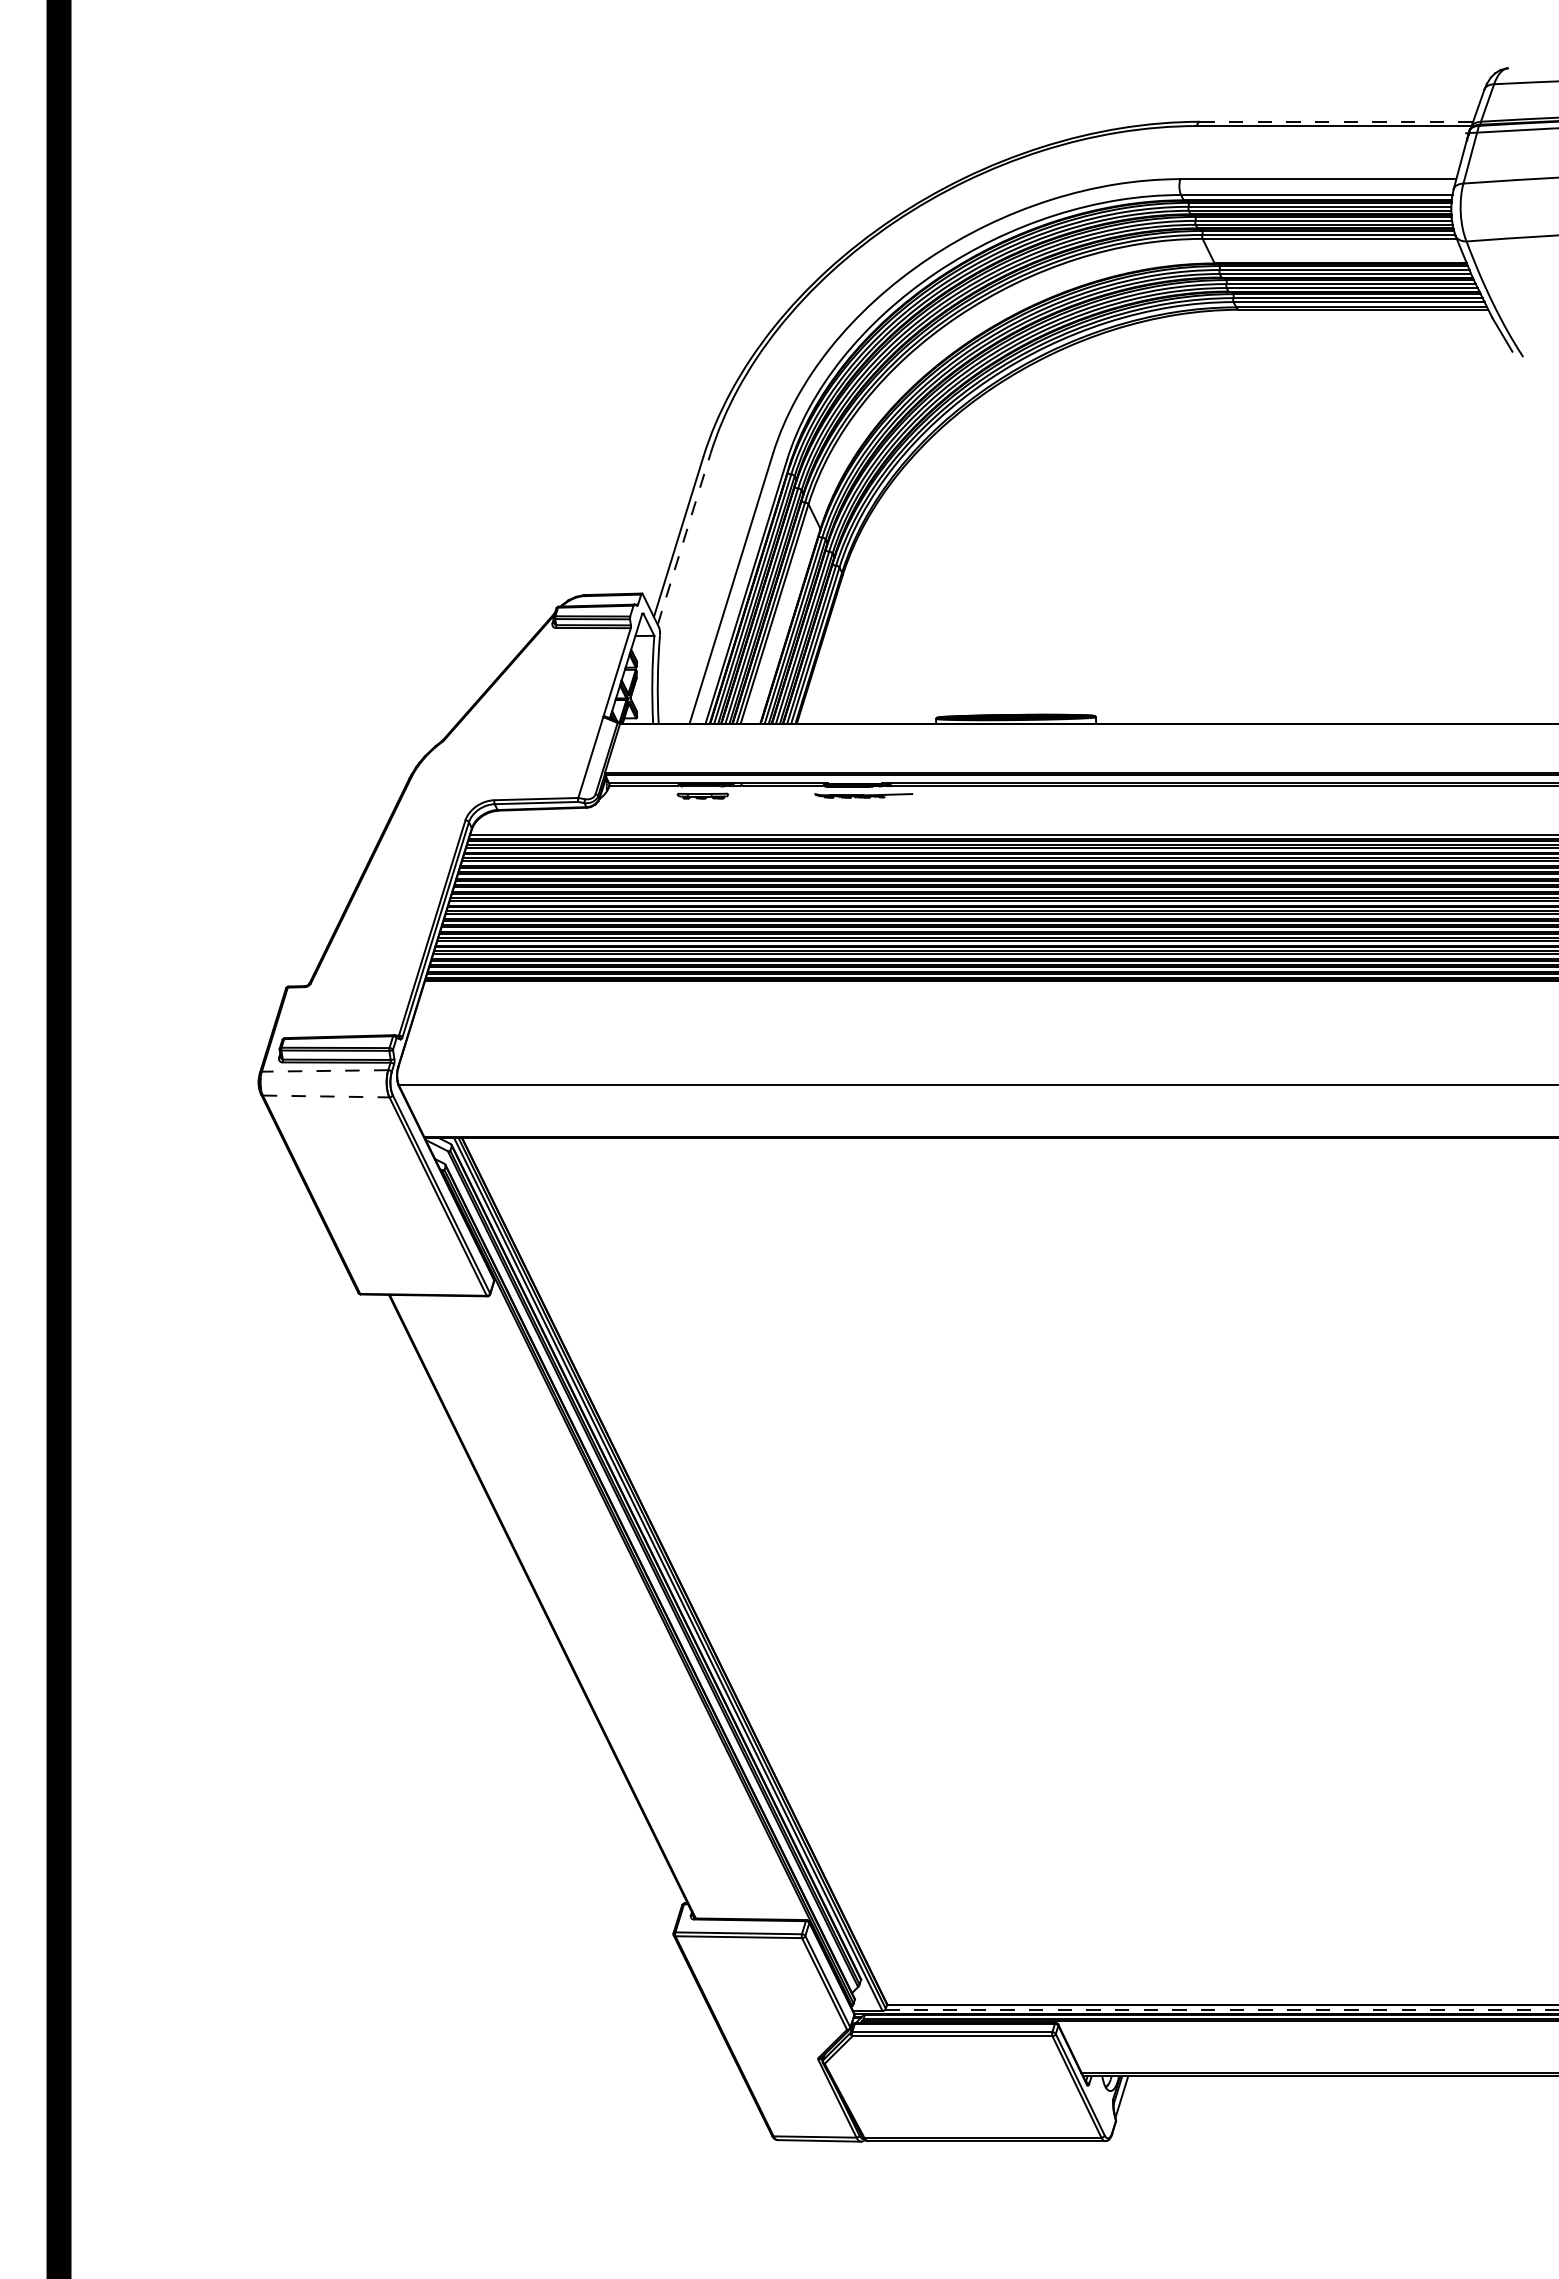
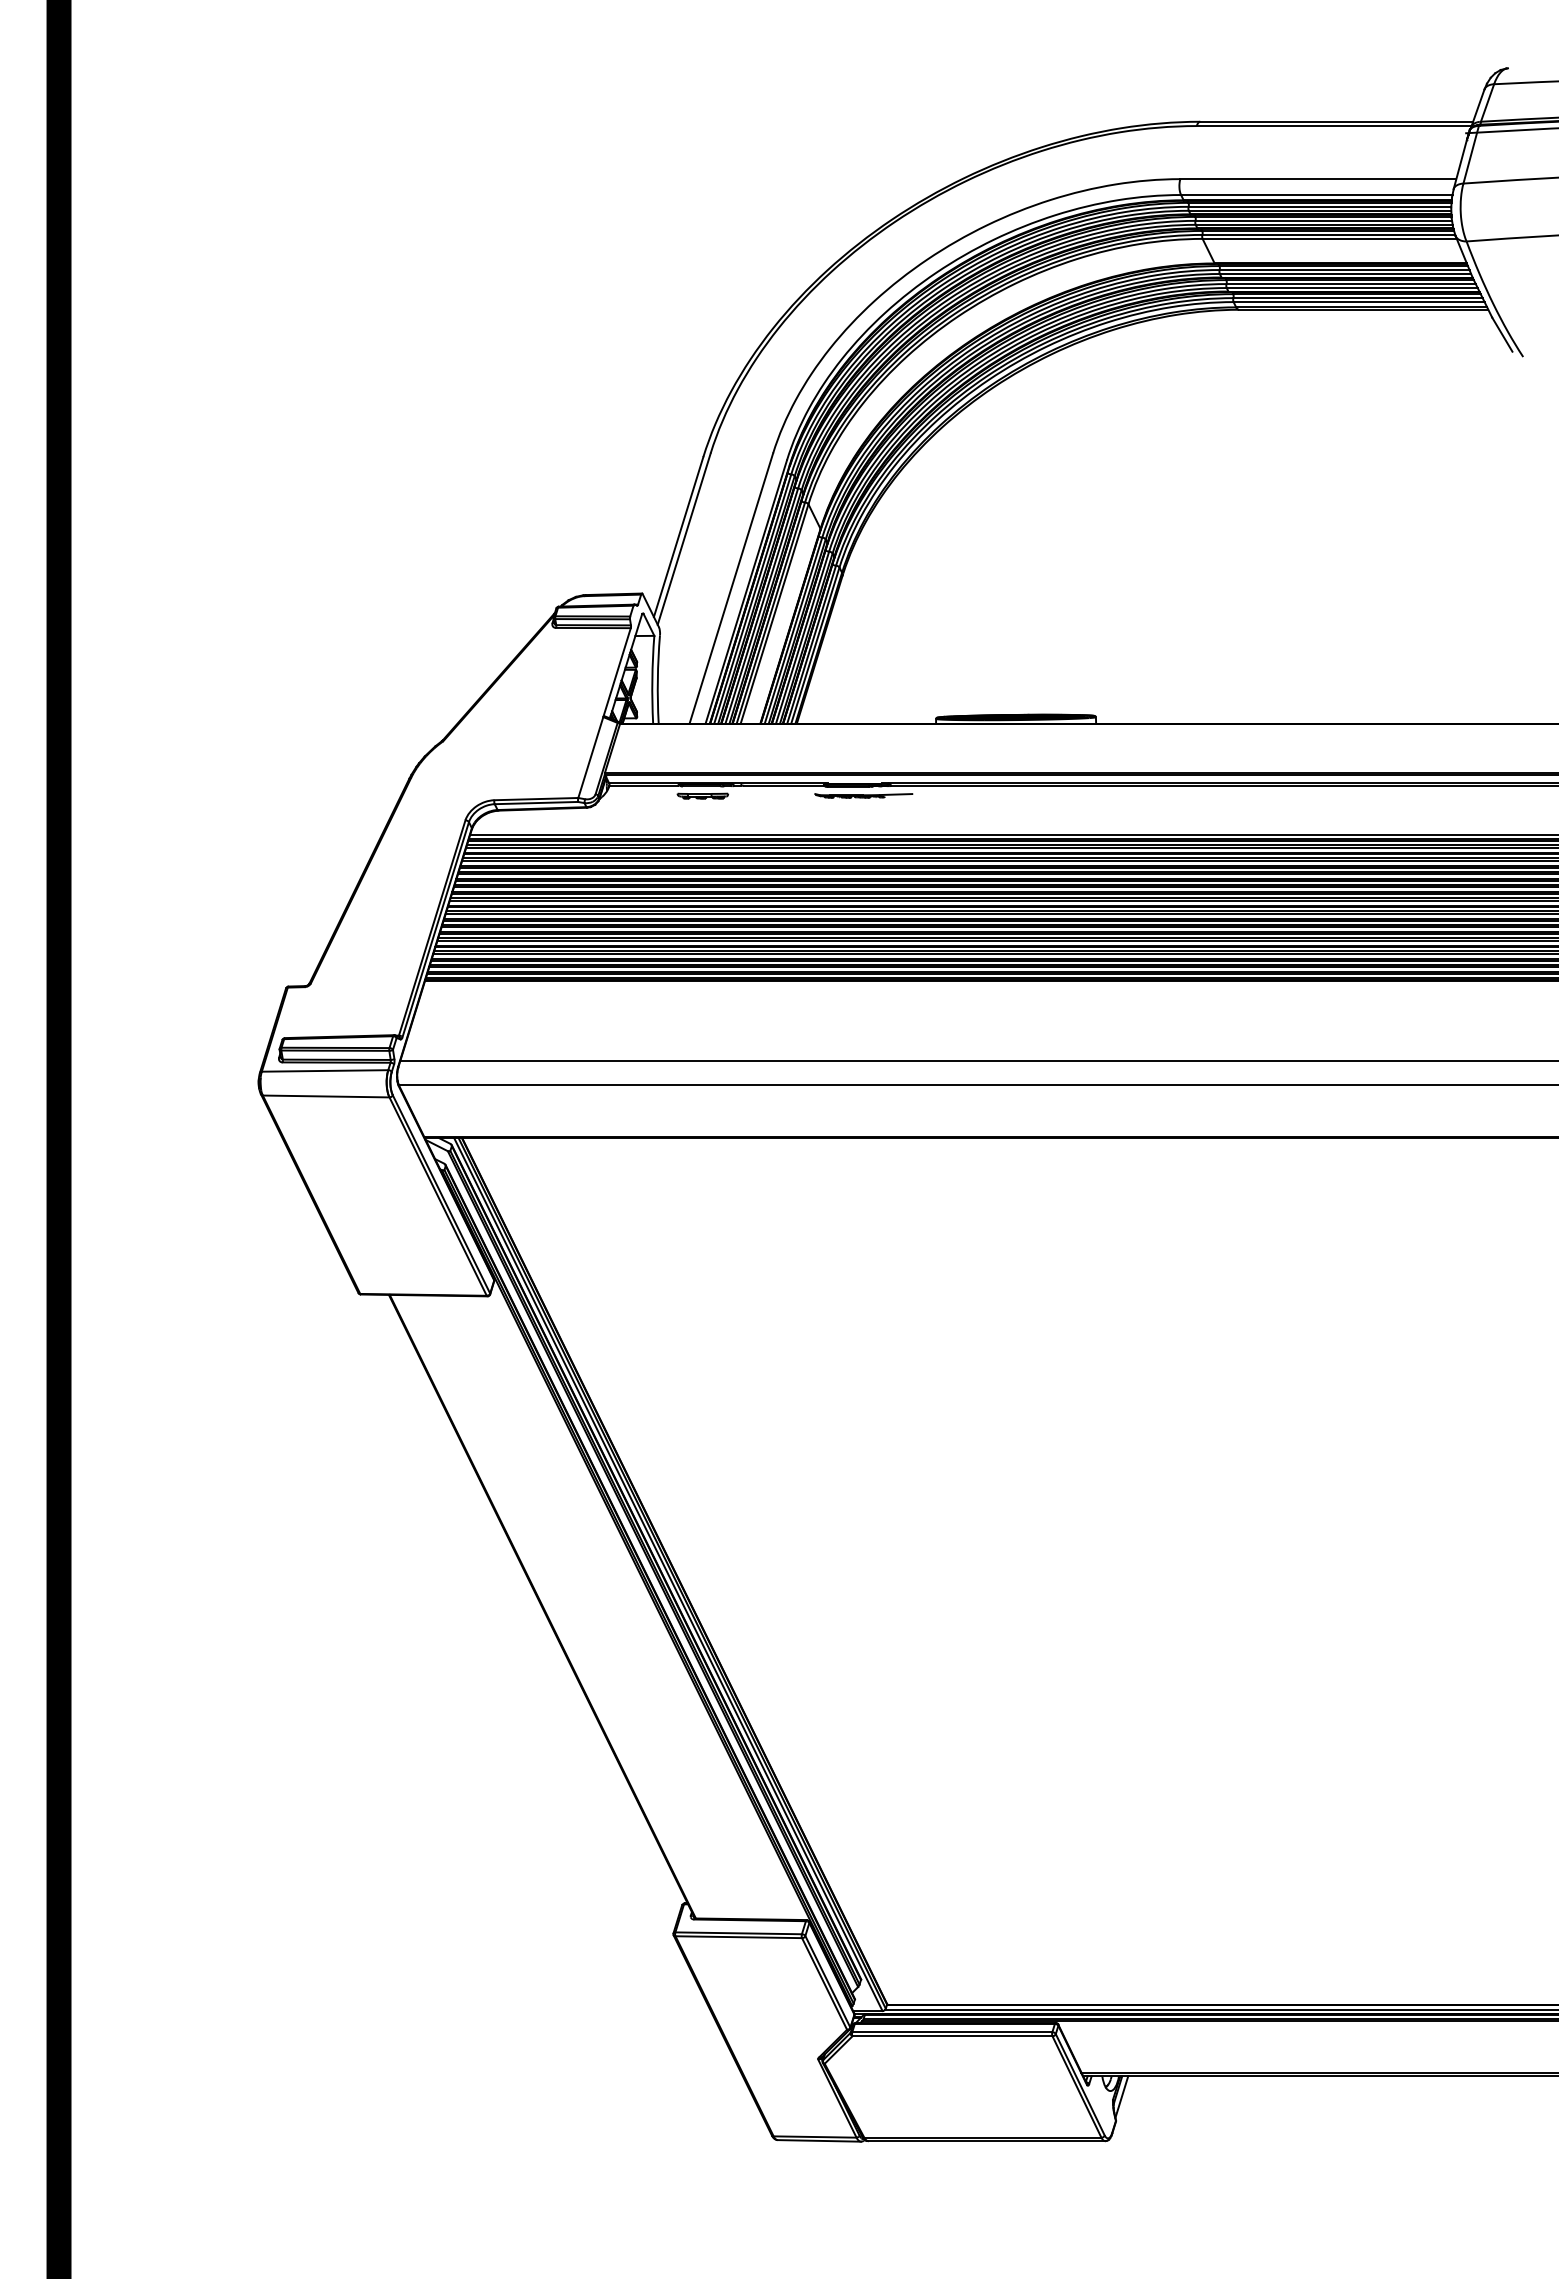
line at (1337, 121): dashed -> solid
line at (684, 539): dashed -> solid
line at (977, 1061): none -> present
line at (324, 1070): dashed -> solid
line at (326, 1096): dashed -> solid
line at (1222, 2009): dashed -> solid
